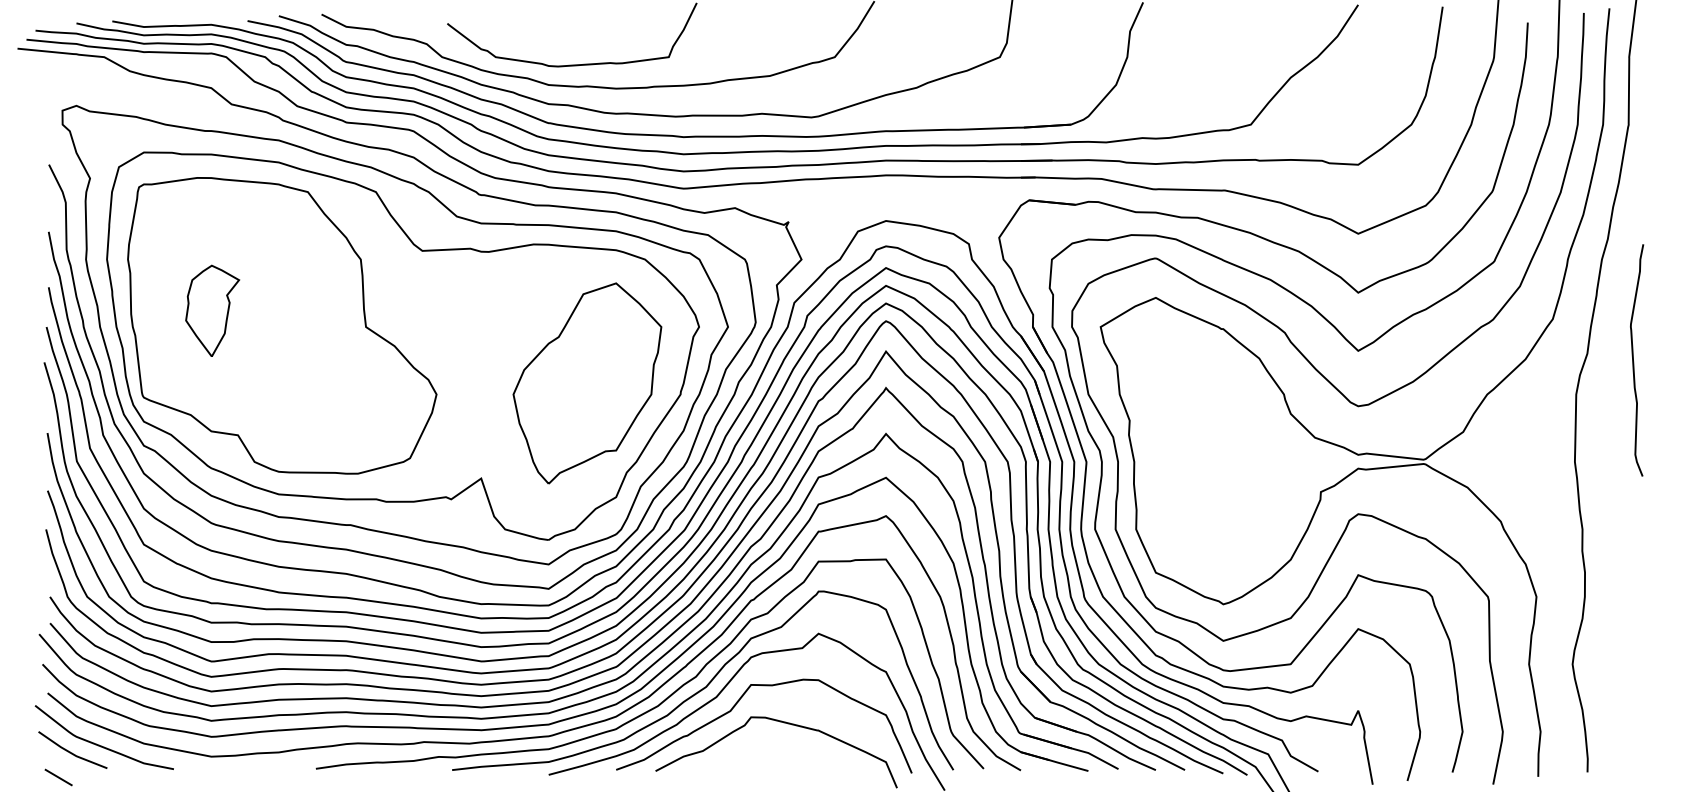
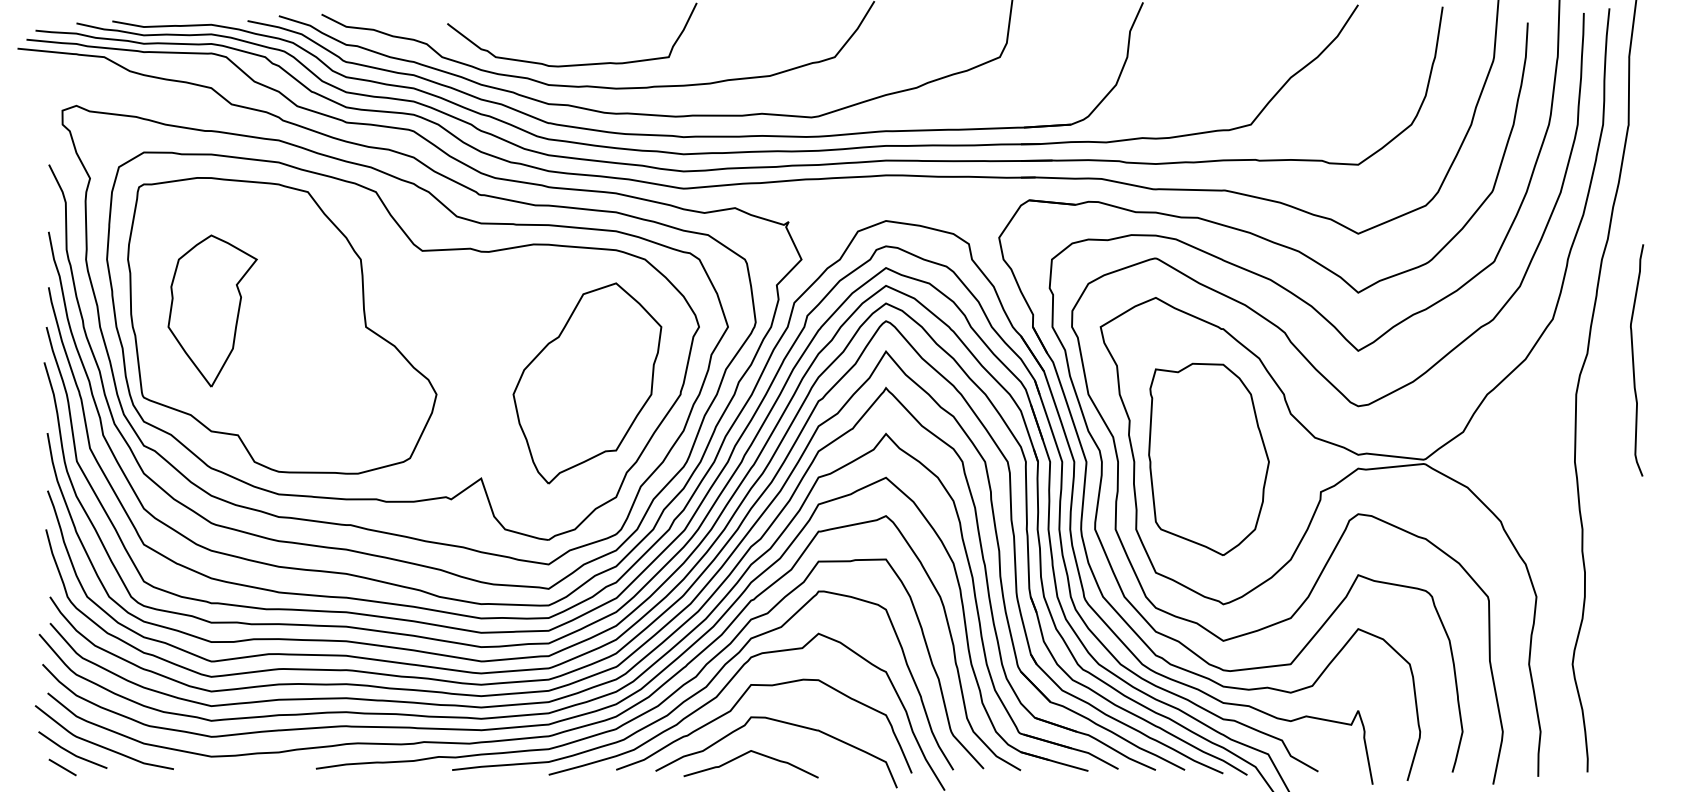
part at (212, 310) size: 56x93 px -> 91x154 px
part at (1208, 458): none -> present
curve at (746, 754): none -> present
line at (58, 777) position: (58, 777) -> (62, 767)
